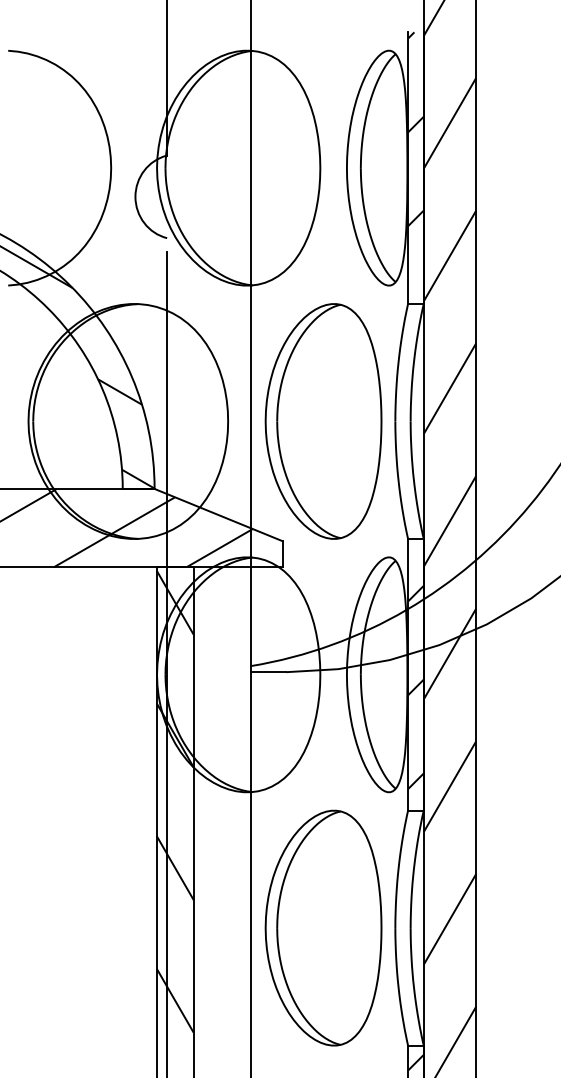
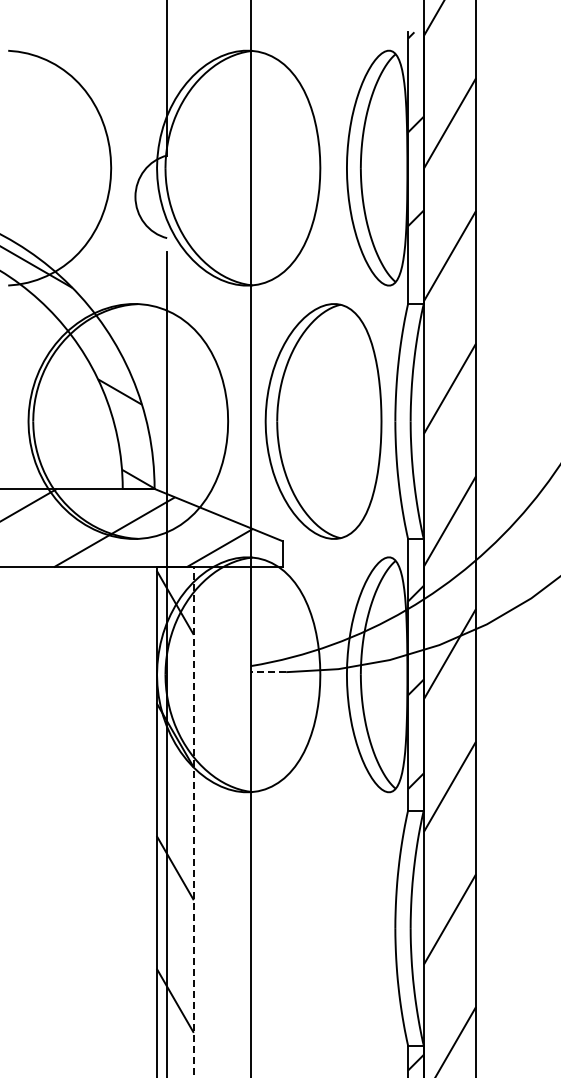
line at (268, 672): solid -> dashed
line at (193, 822): solid -> dashed
part at (323, 927): present -> none
